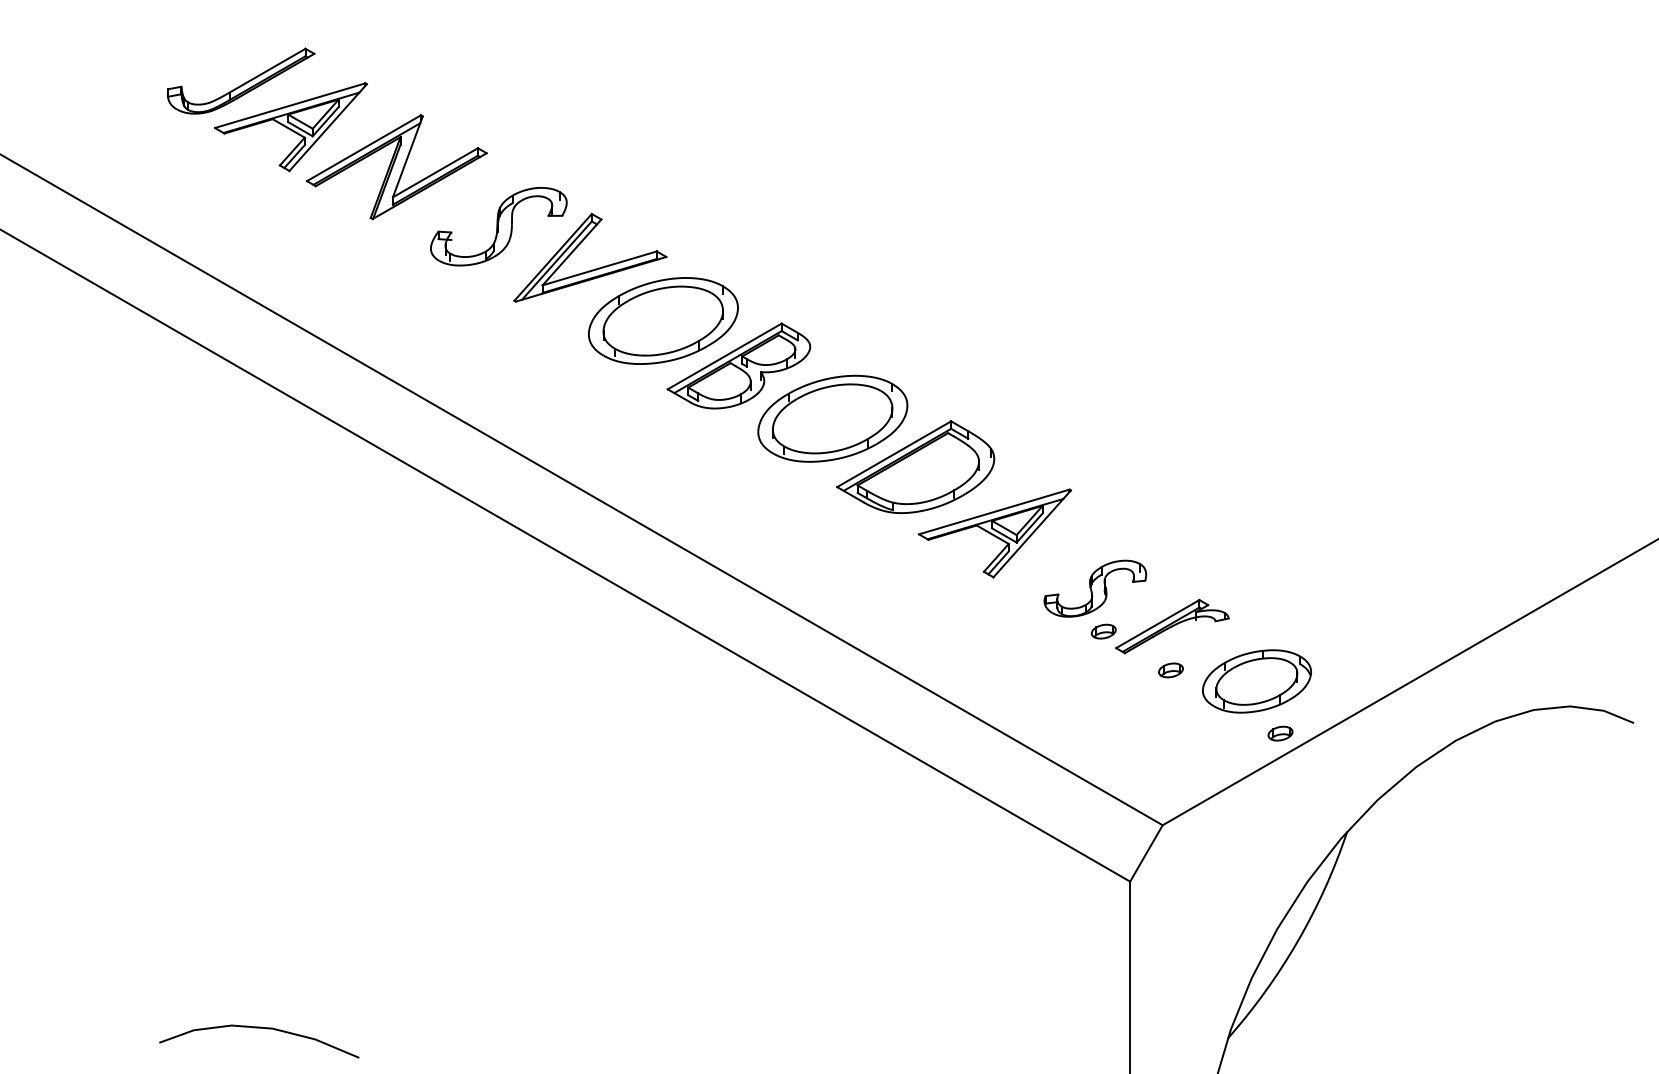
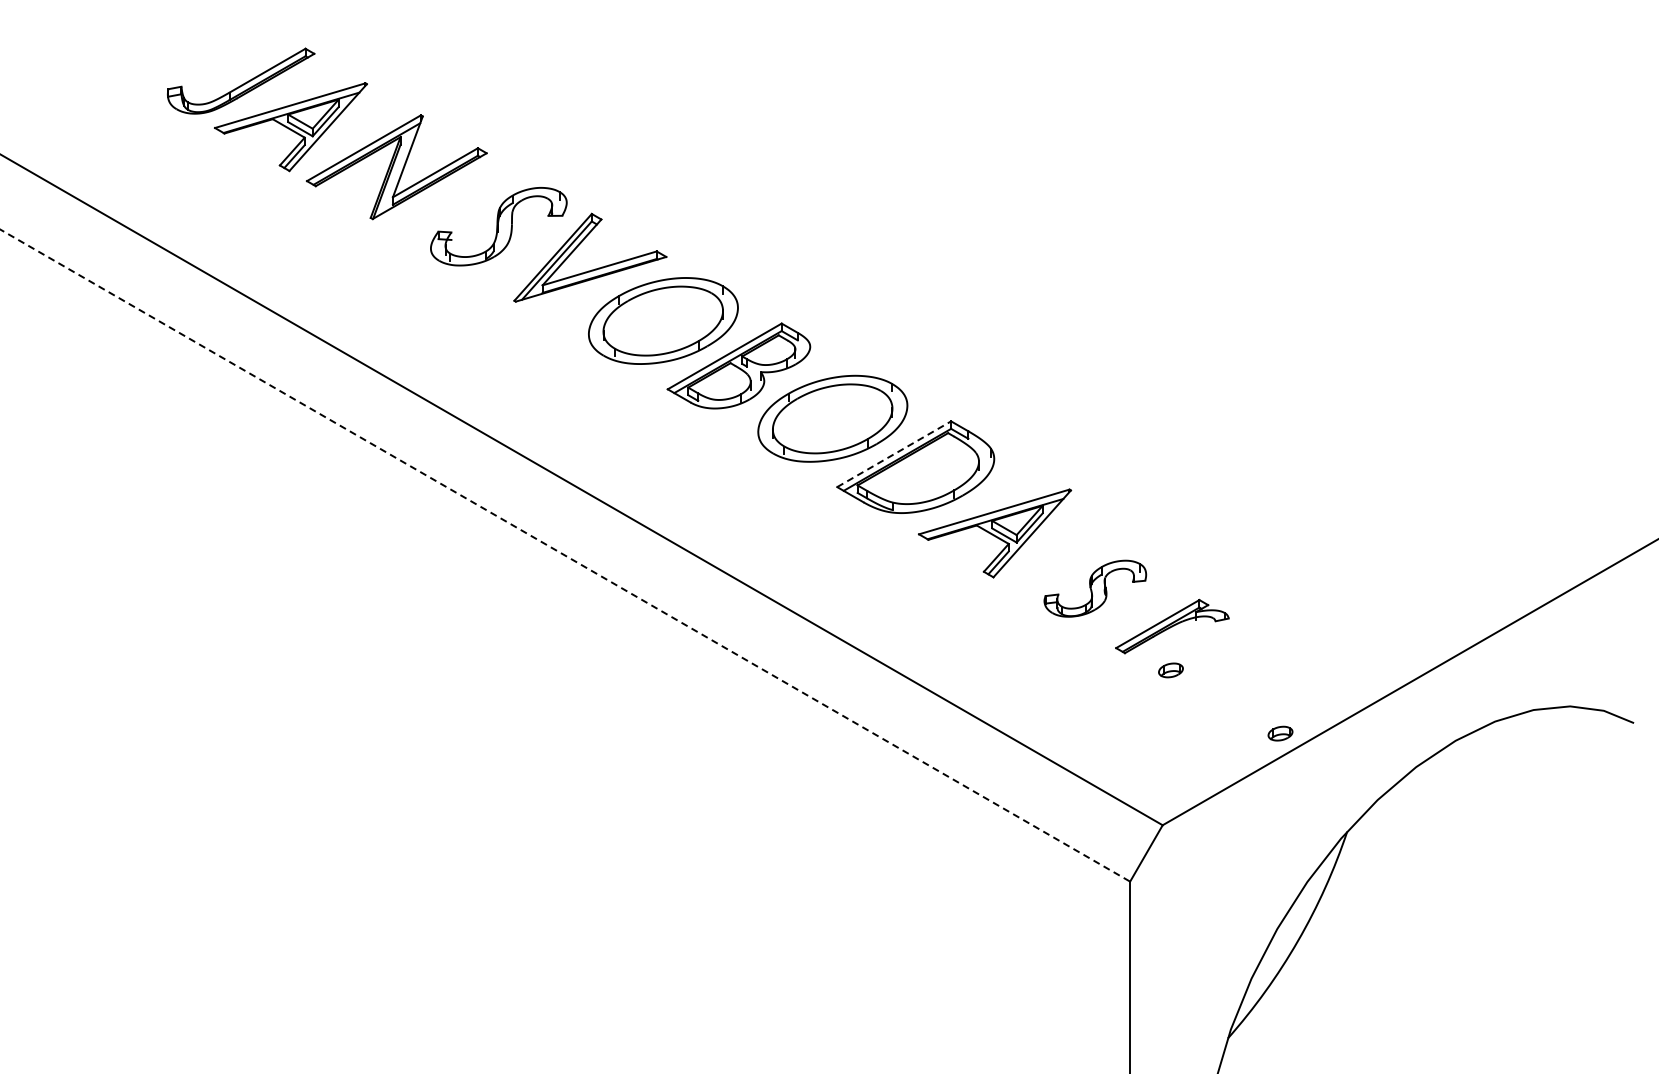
line at (894, 454): solid -> dashed
line at (565, 555): solid -> dashed
part at (1103, 631): present -> none
part at (1256, 681): present -> none
curve at (259, 1028): present -> none
